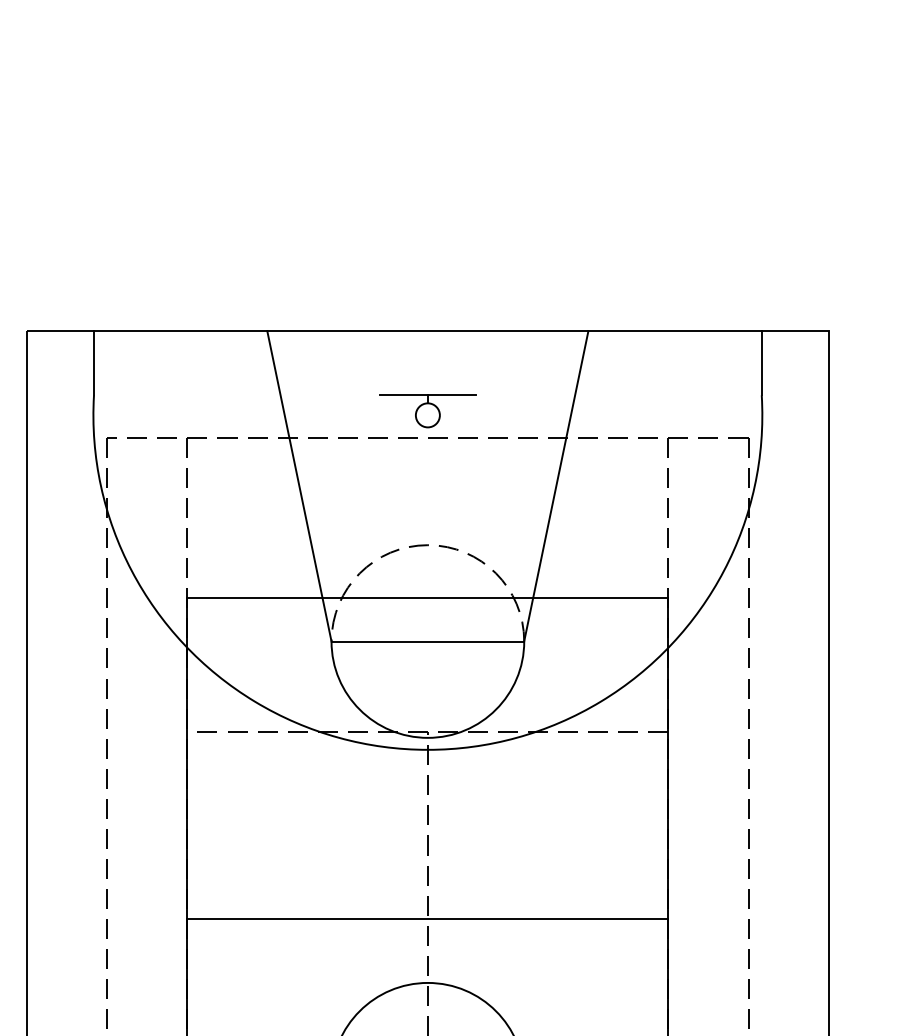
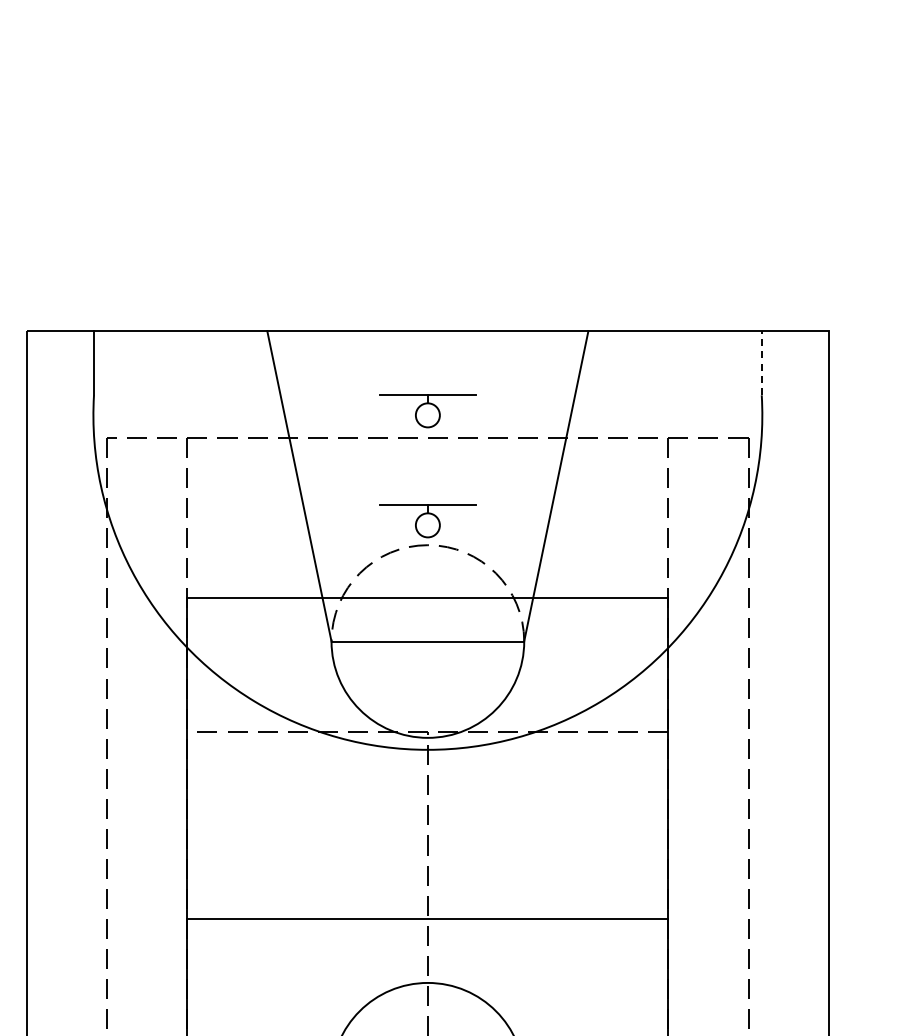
line at (761, 362): solid -> dashed
part at (427, 521): none -> present
